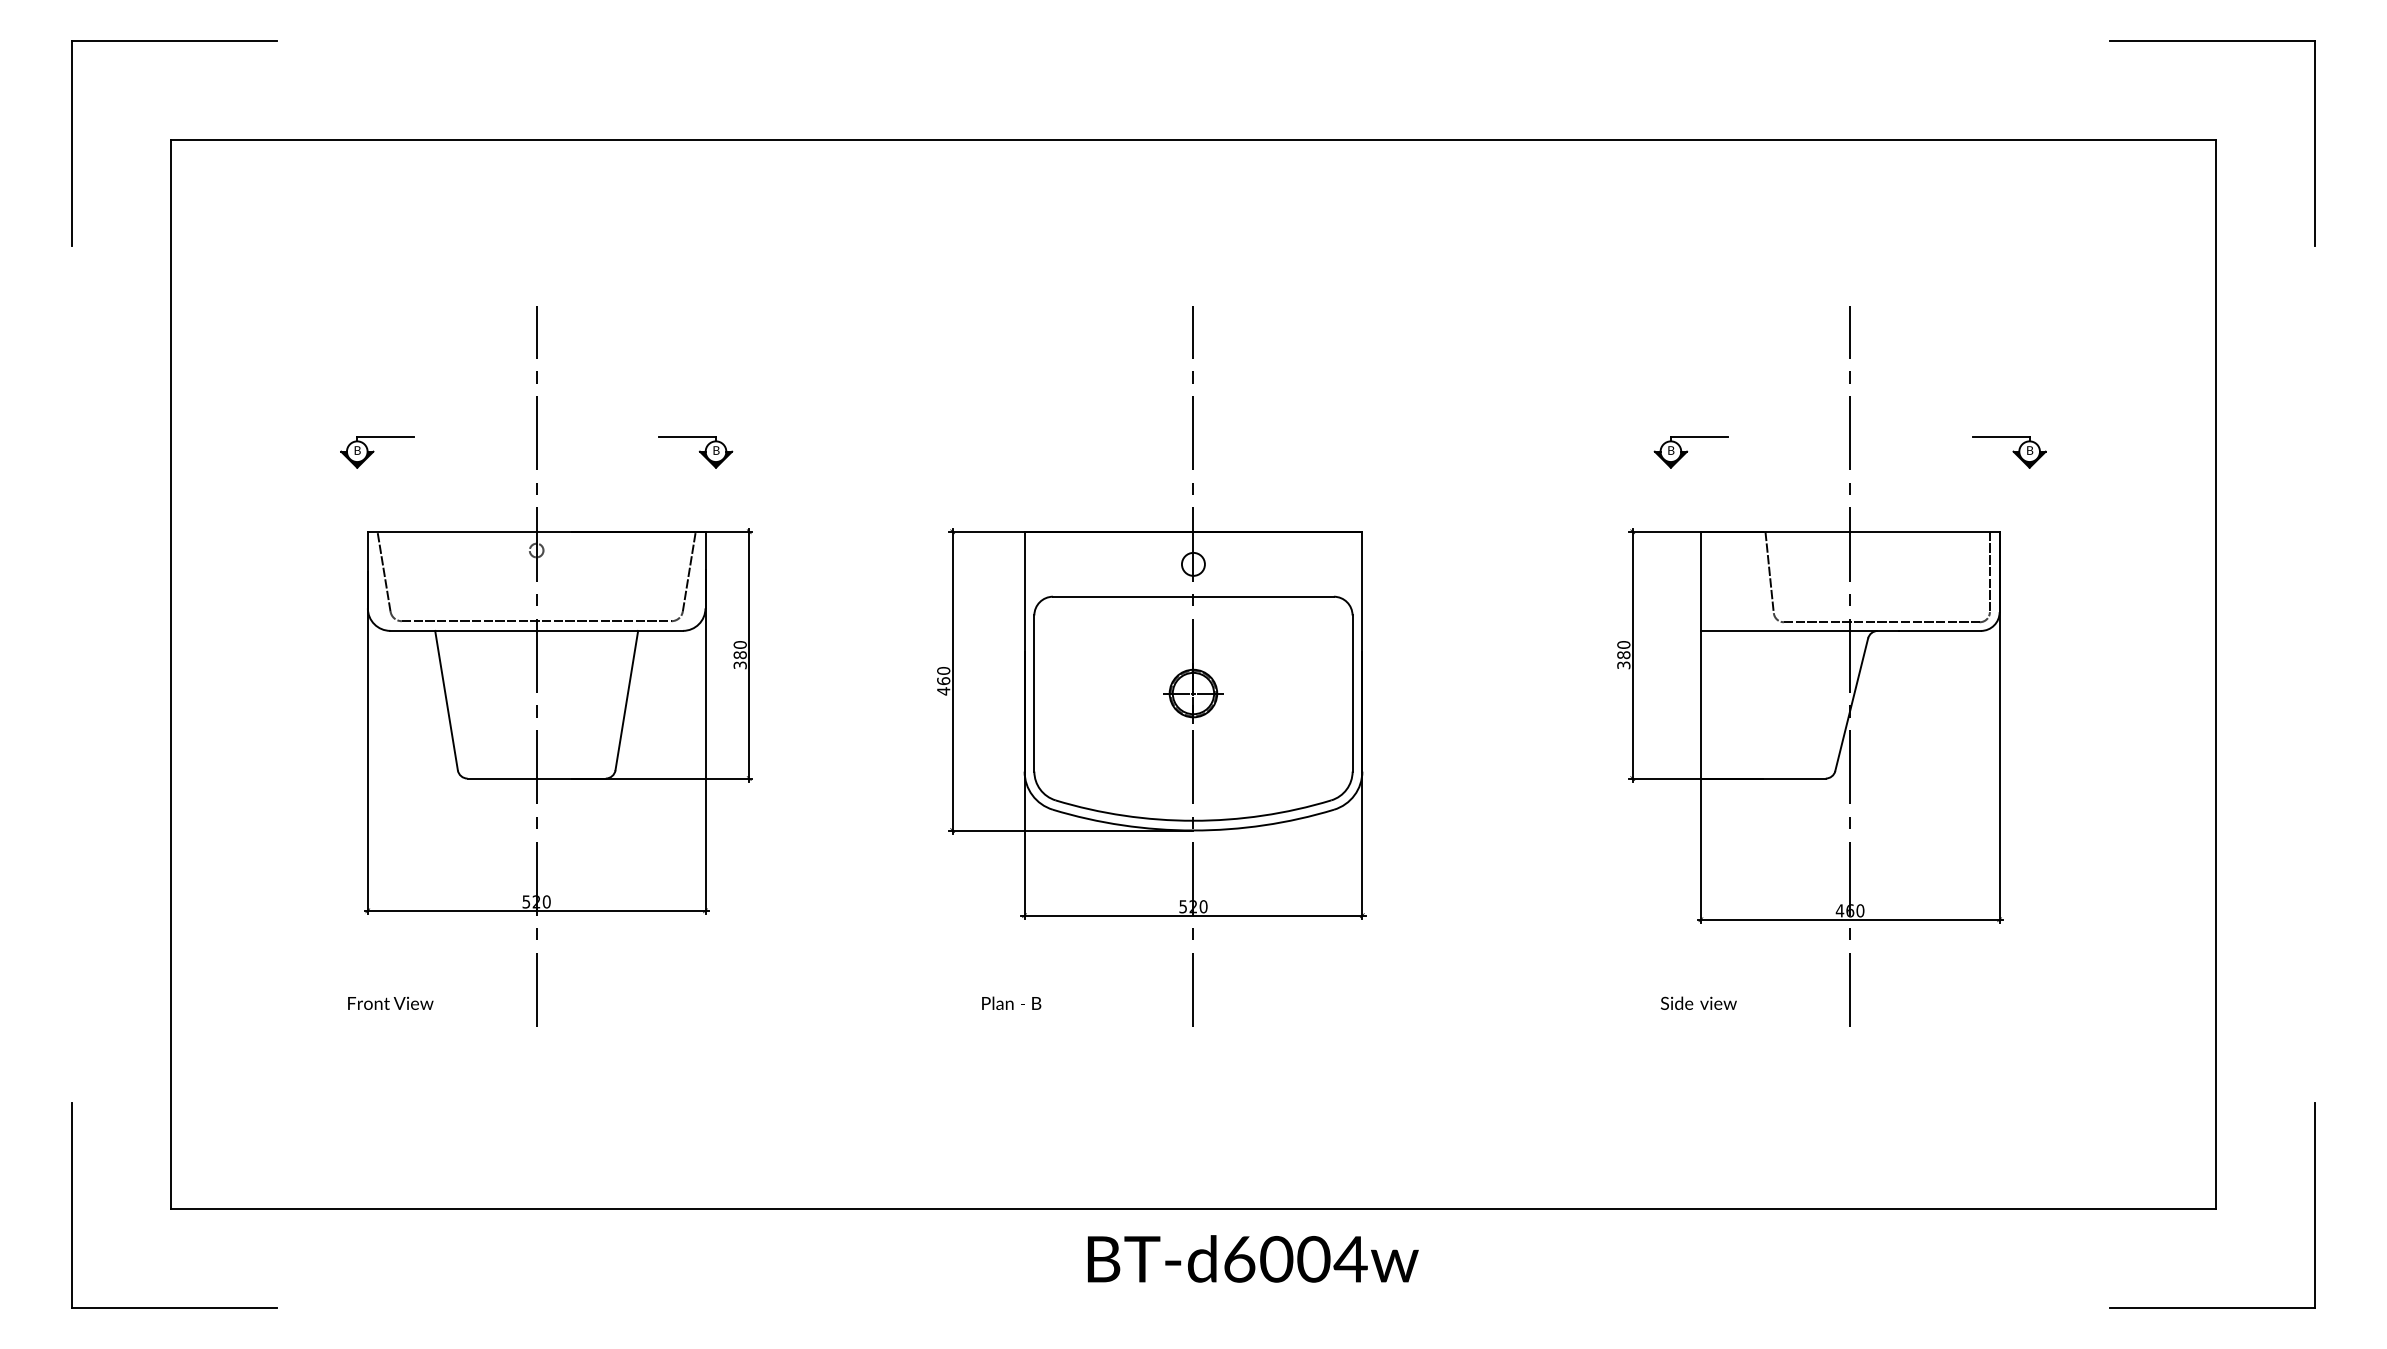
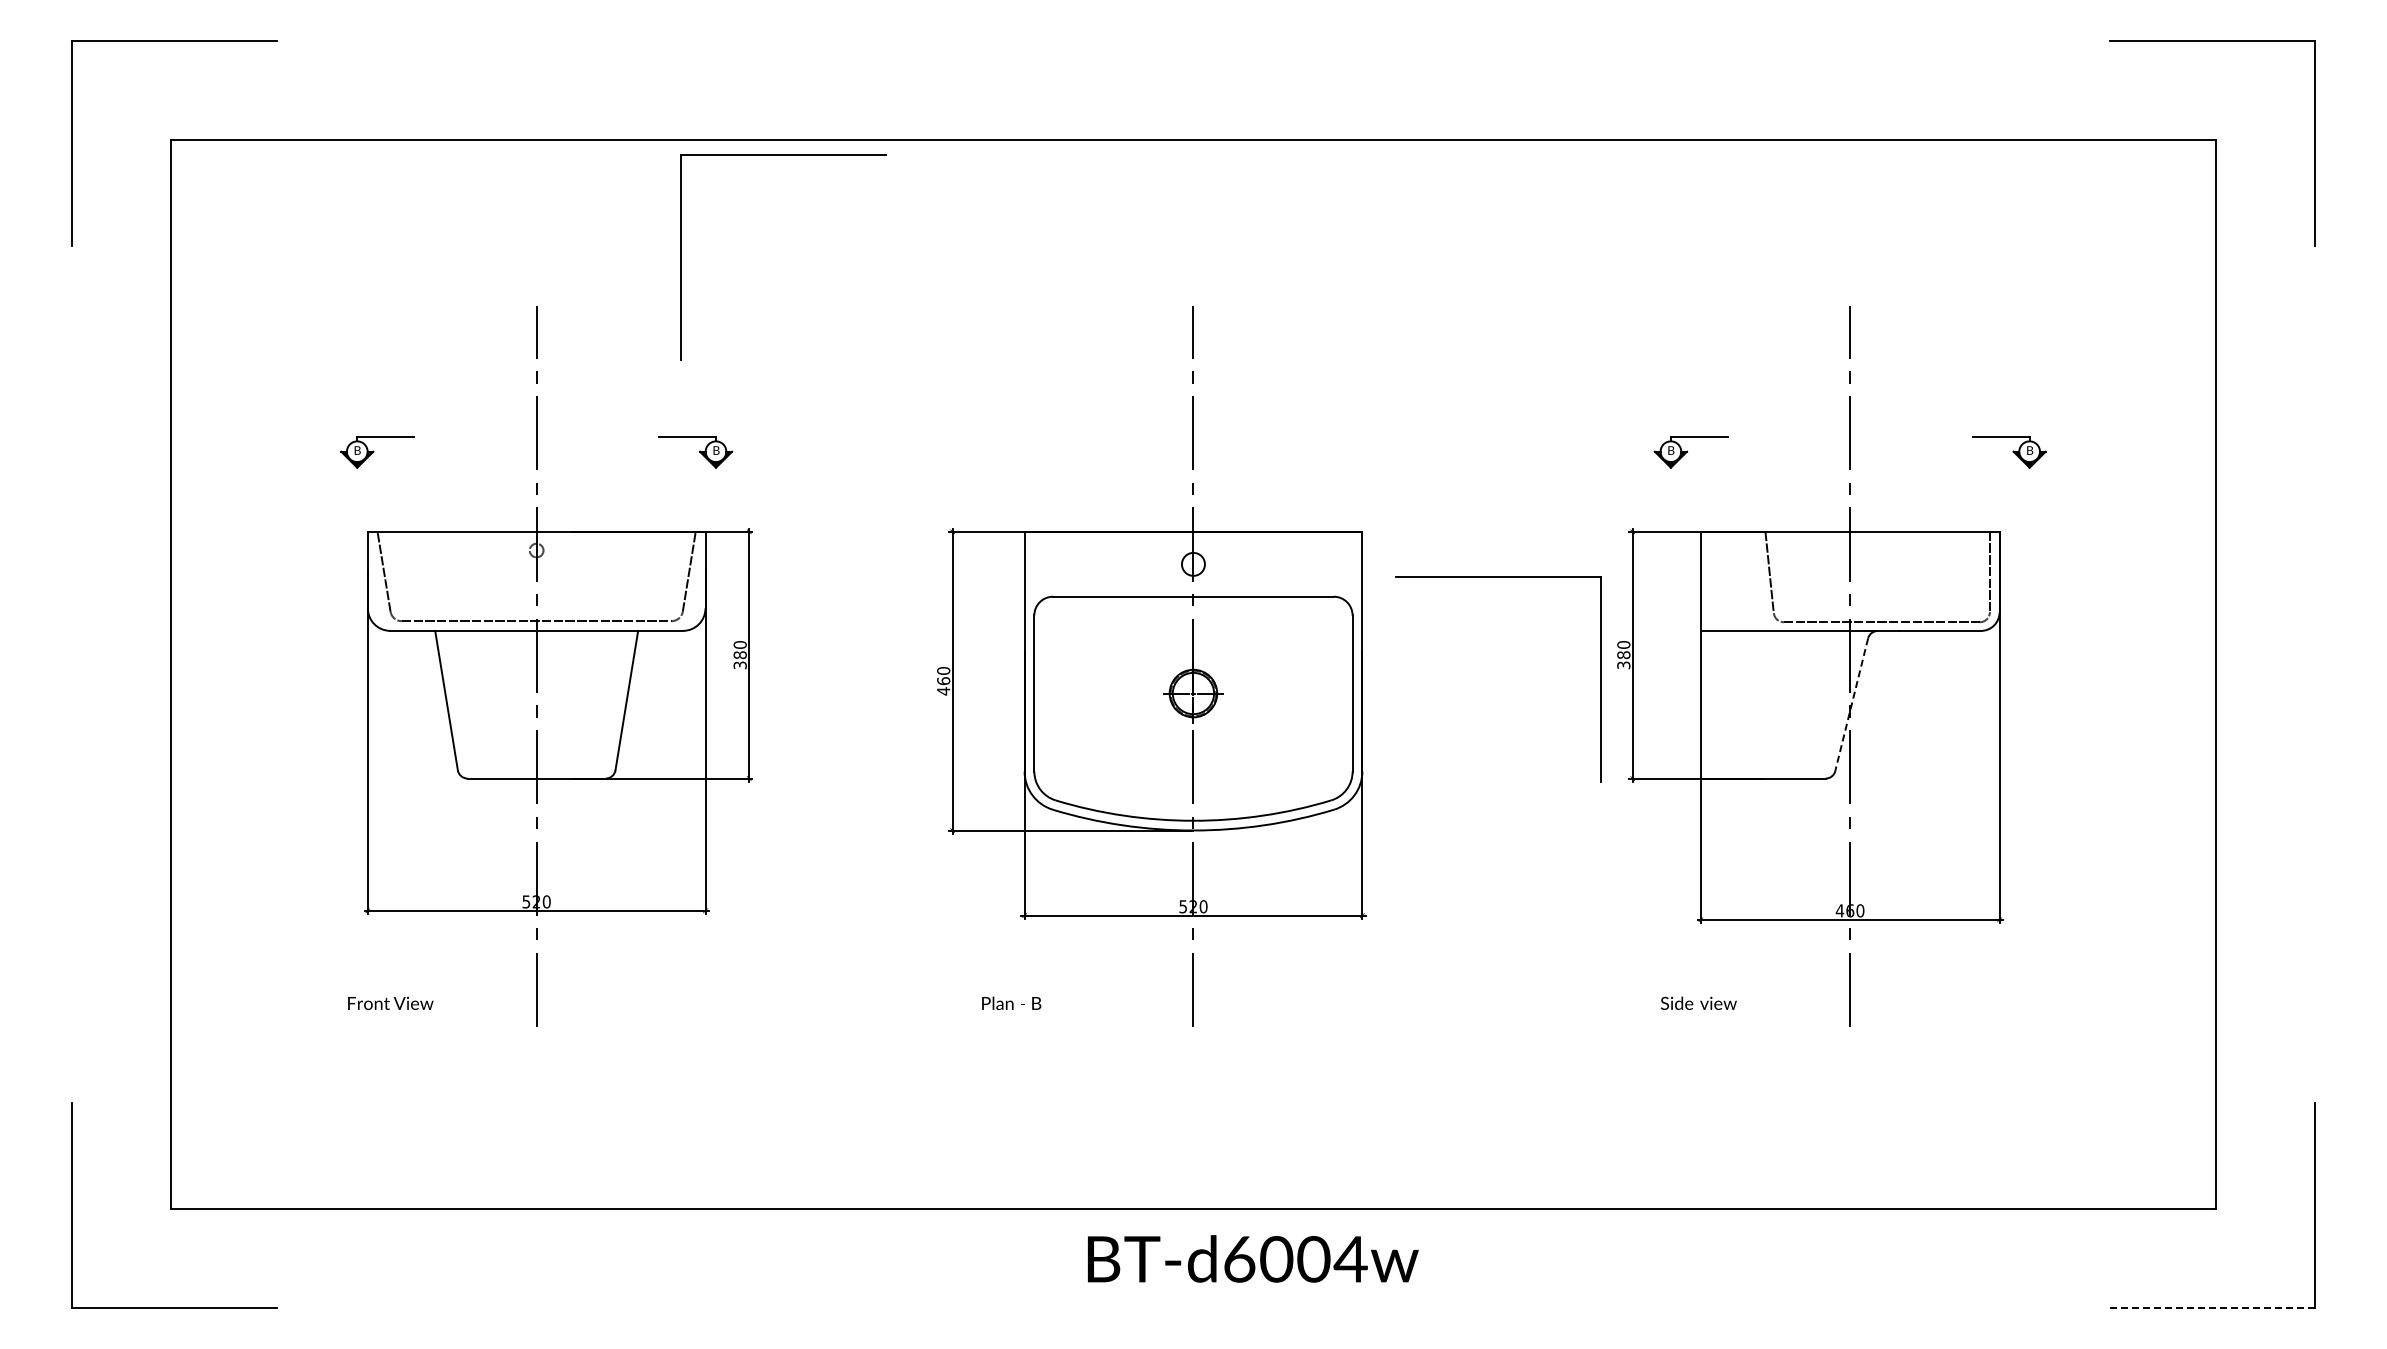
part at (783, 155): none -> present
part at (1498, 577): none -> present
line at (1851, 705): solid -> dashed
line at (2212, 1308): solid -> dashed
